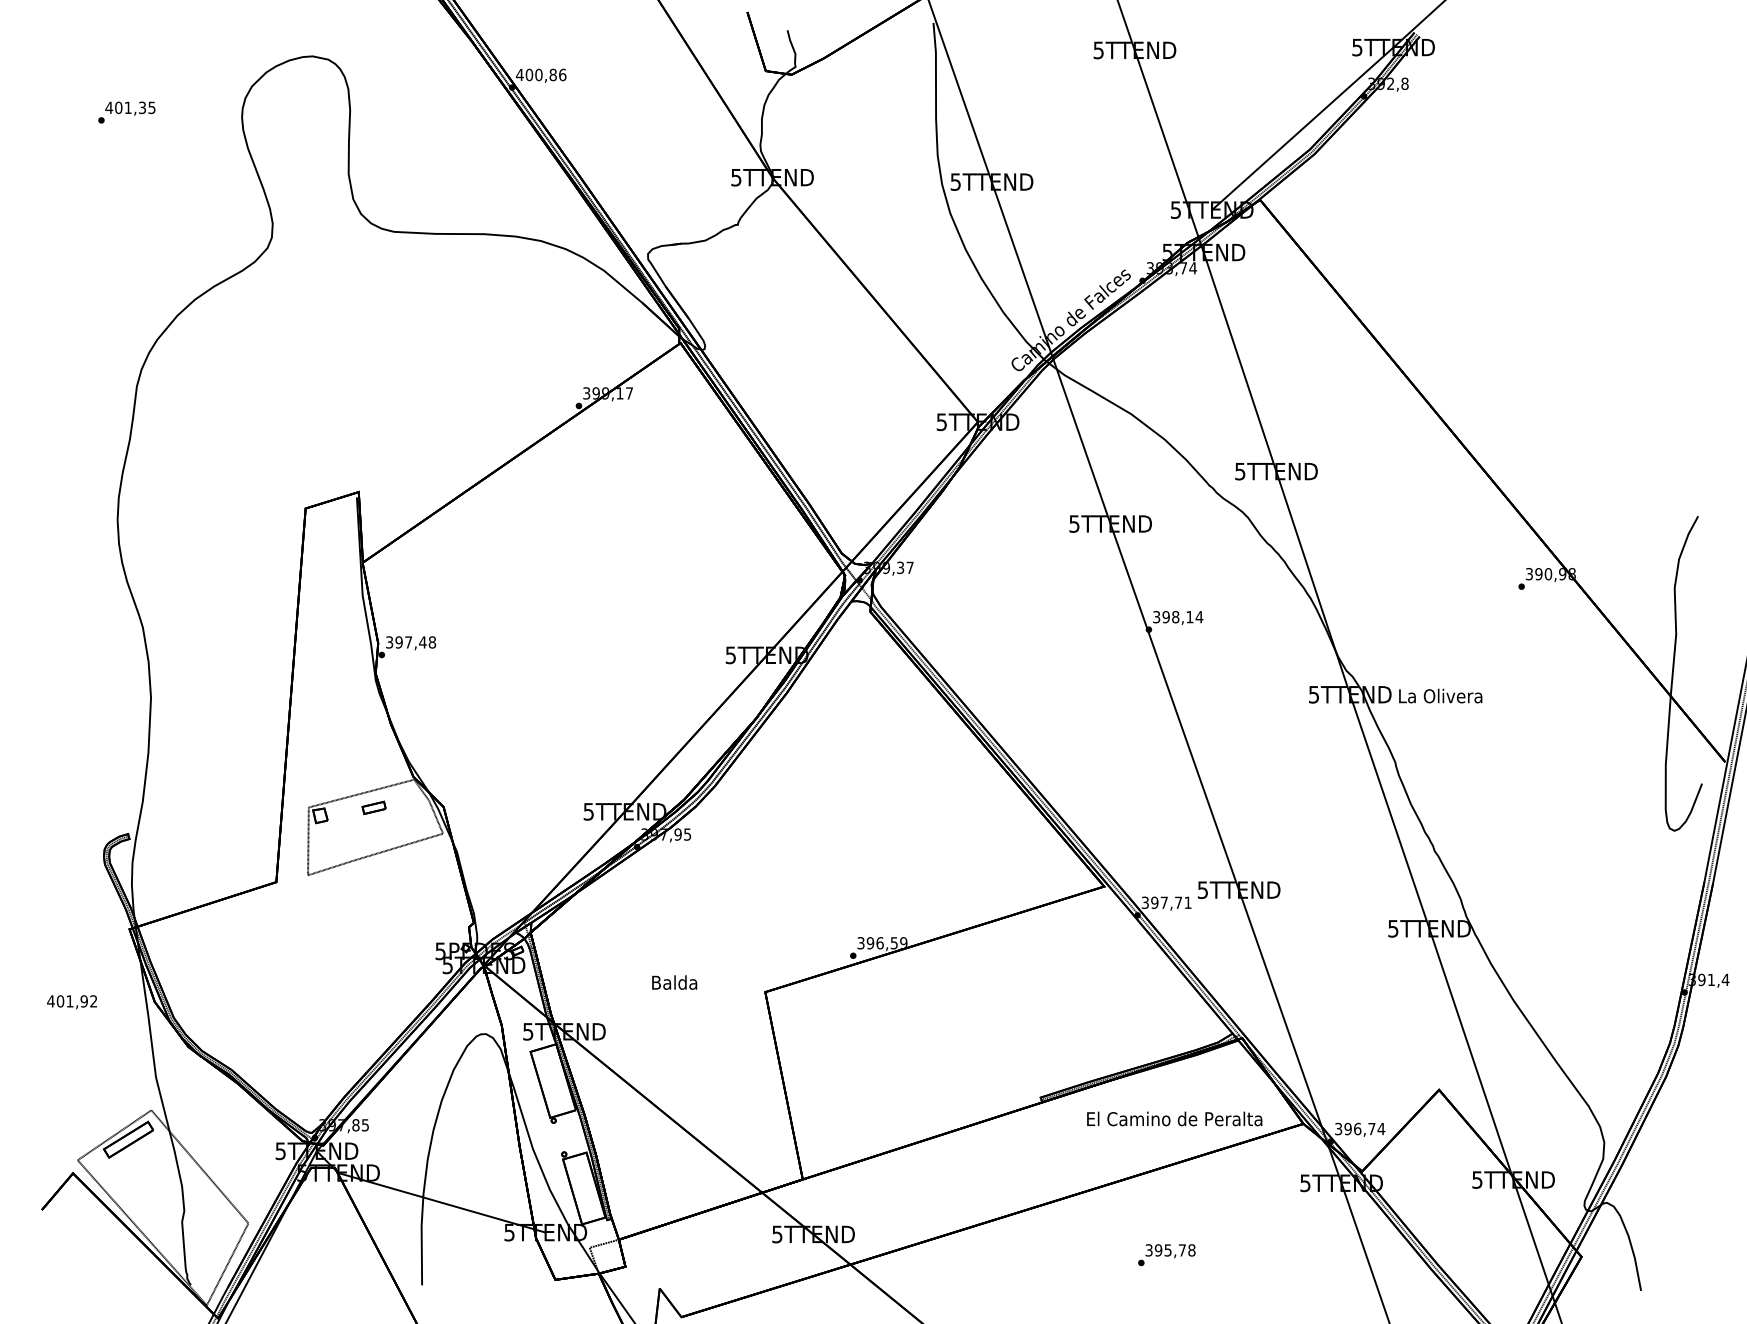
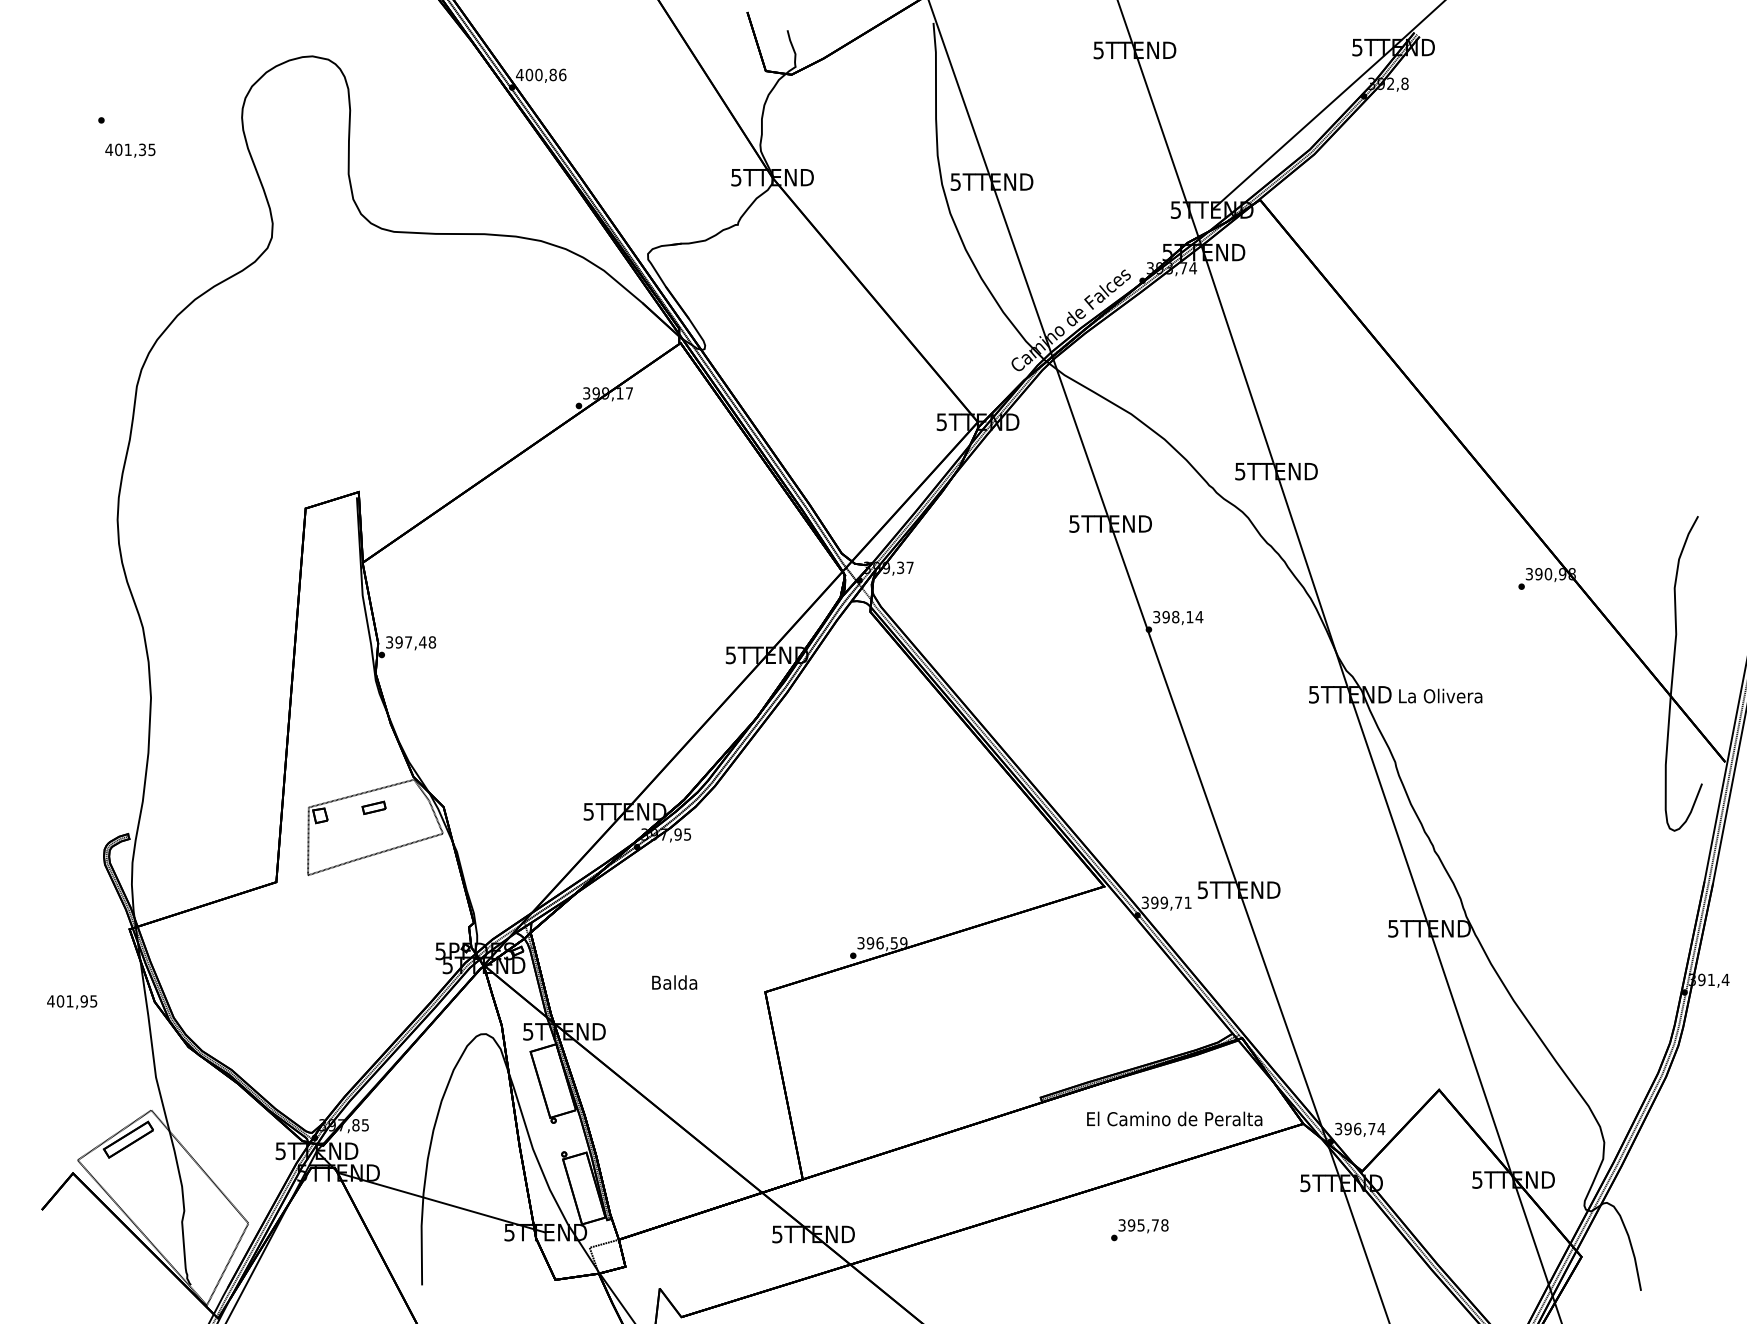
text at (130, 108) position: (130, 108) -> (130, 150)
text at (1163, 902): 397,71 -> 399,71
text at (93, 1001): 401,92 -> 401,95
text at (1166, 1255) position: (1166, 1255) -> (1139, 1230)
